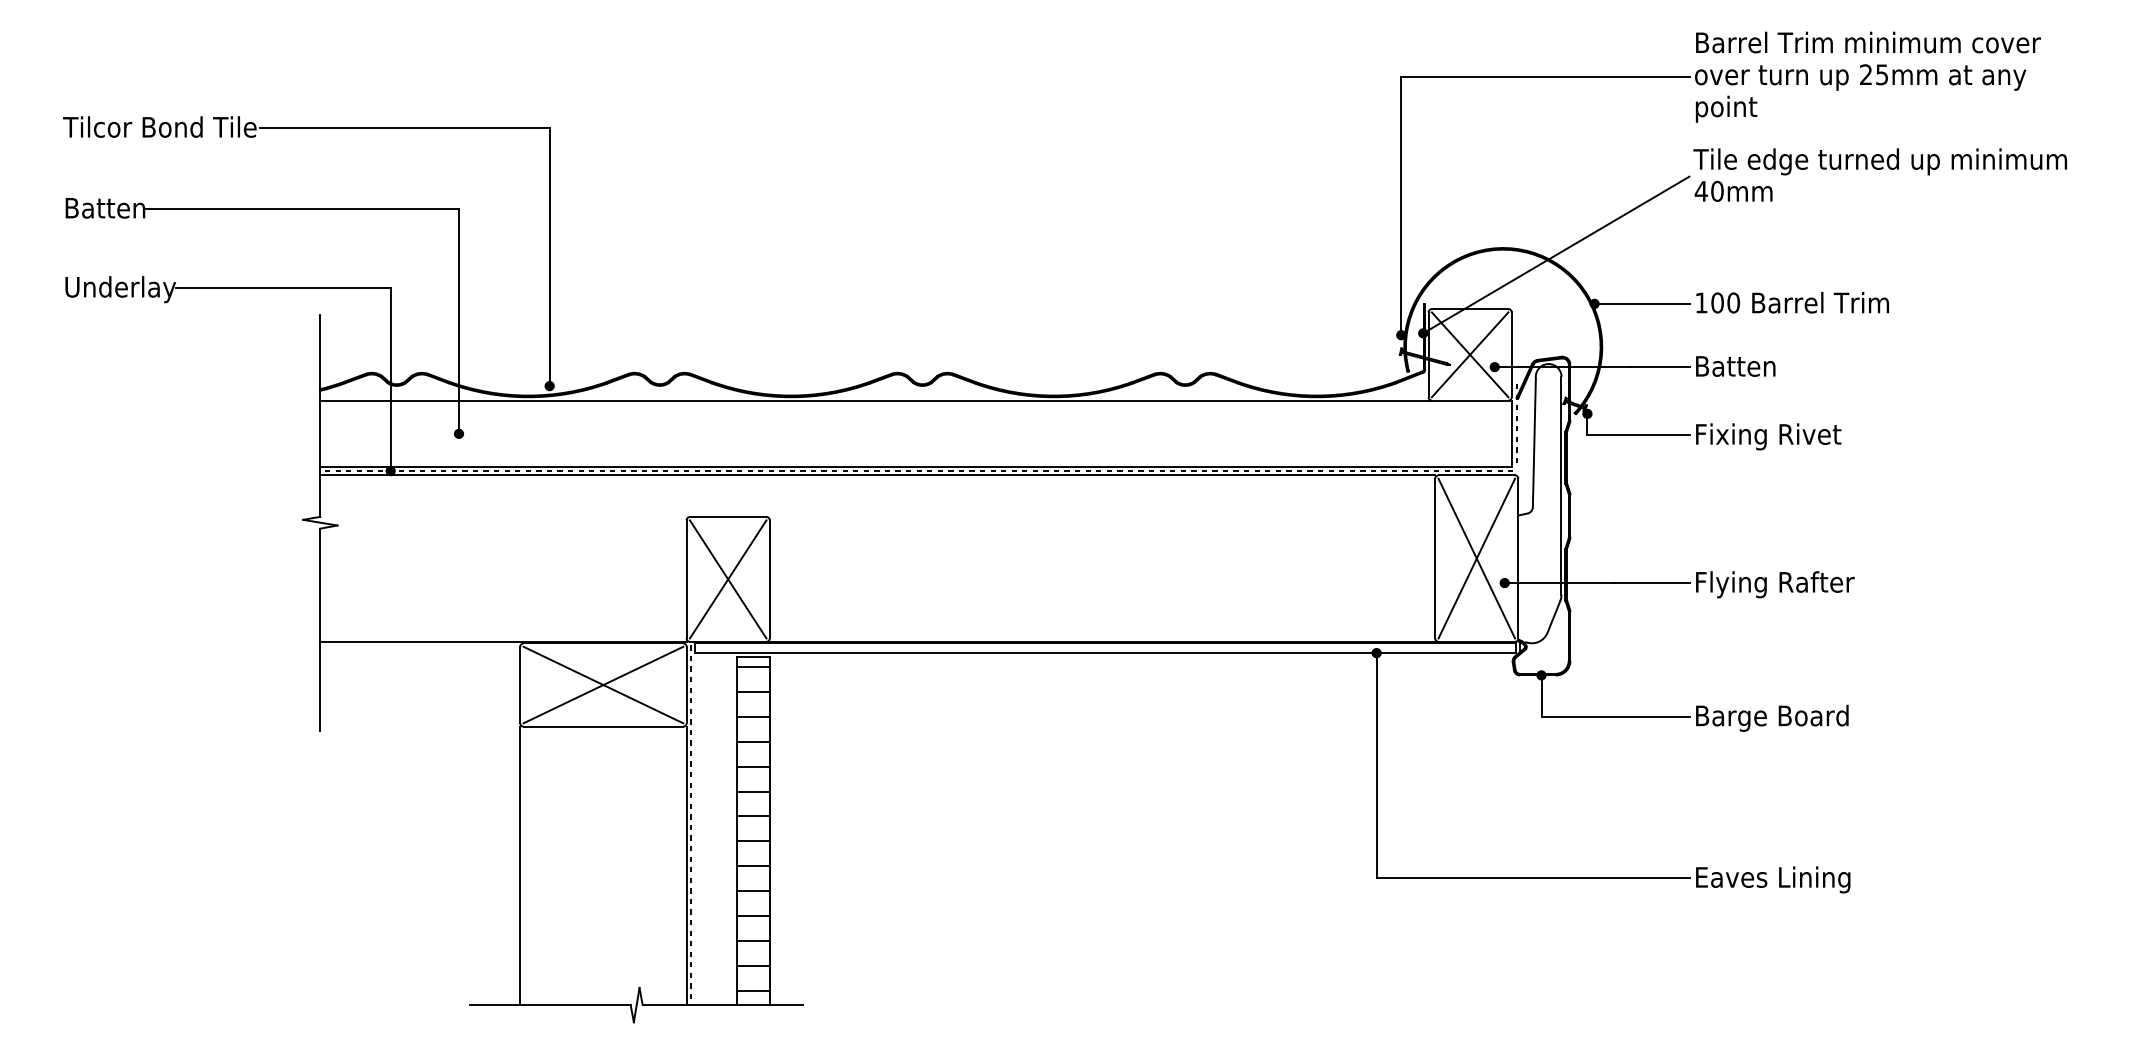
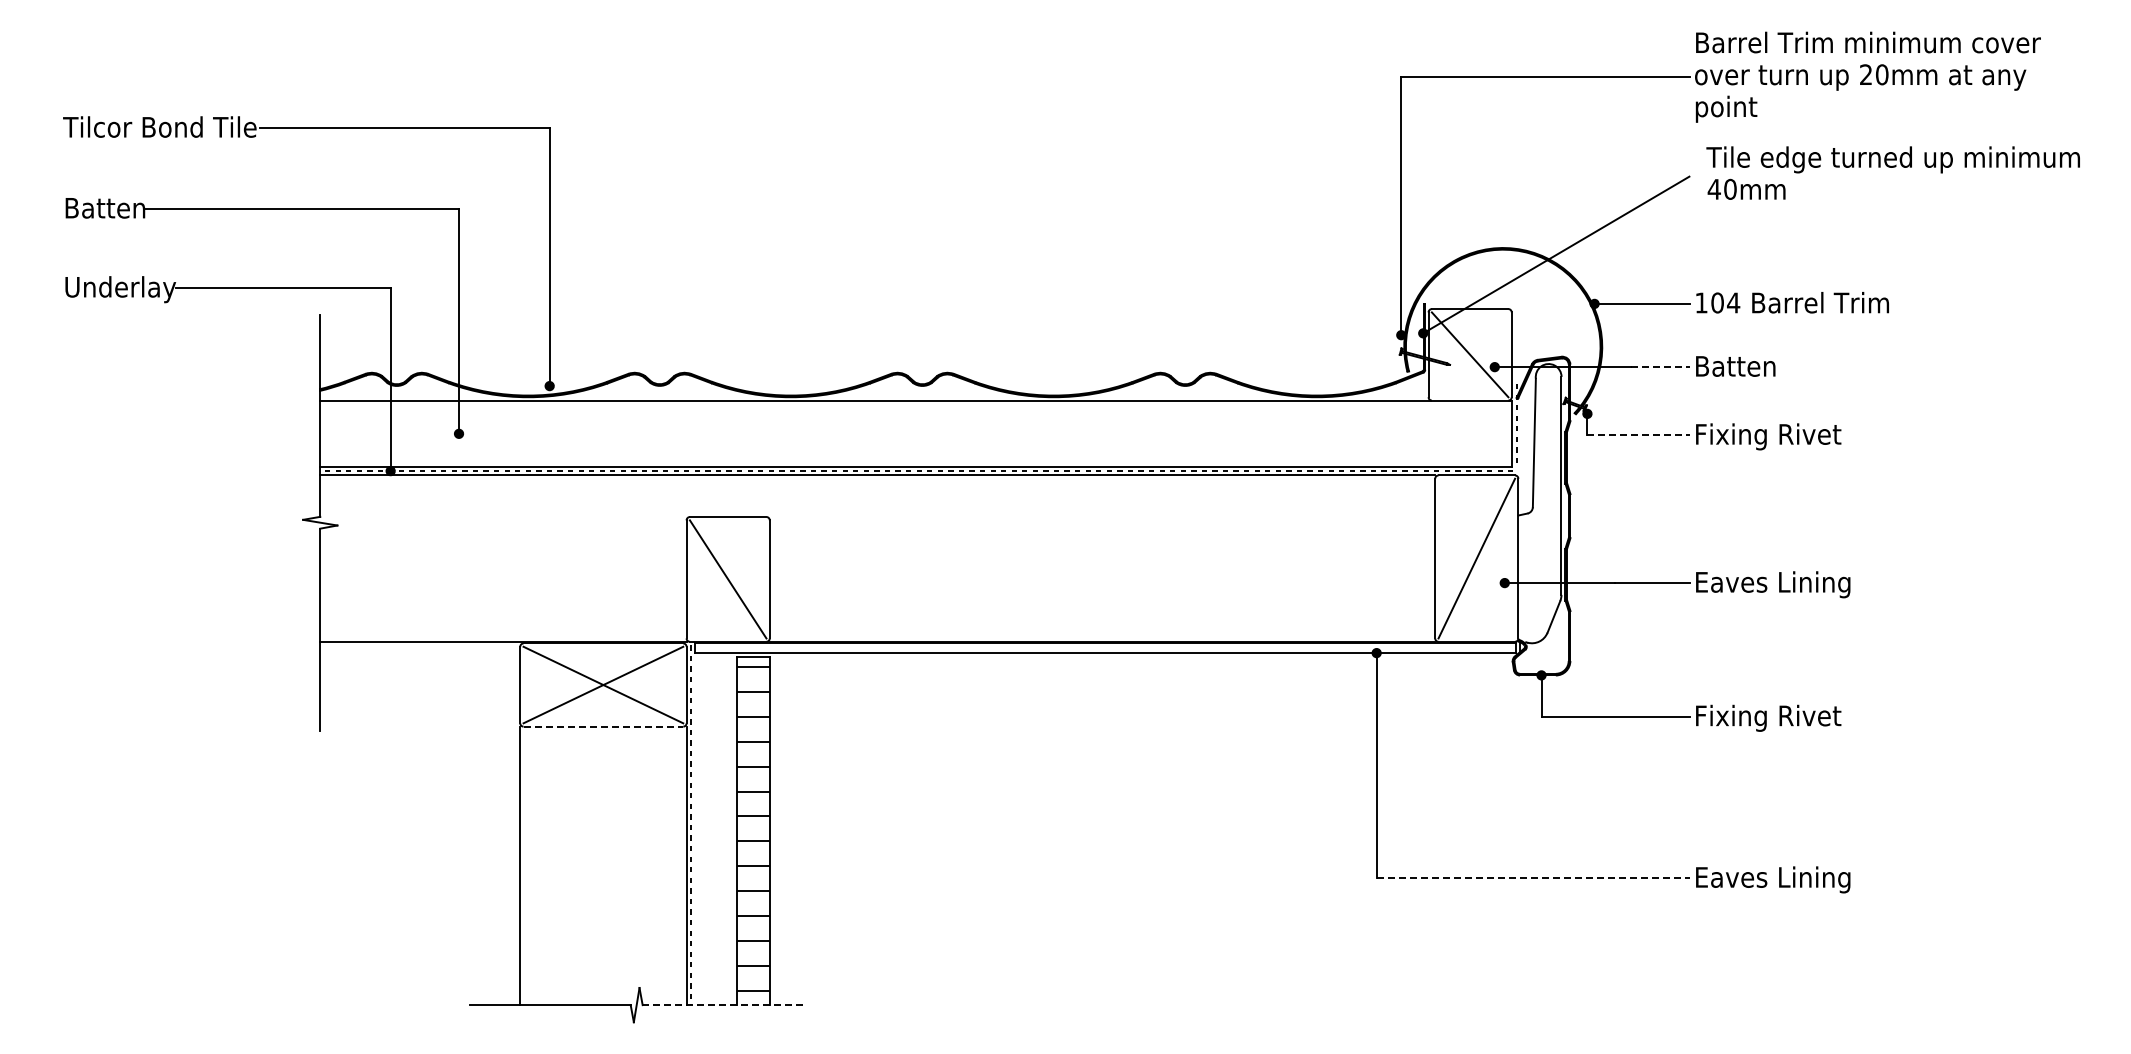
text at (1882, 74): 25mm -> 20mm
text at (1879, 174) position: (1879, 174) -> (1892, 172)
text at (1733, 302): 100 -> 104
line at (1469, 354): present -> none
line at (1660, 367): solid -> dashed
line at (1639, 435): solid -> dashed
line at (1476, 558): present -> none
line at (727, 579): present -> none
text at (1776, 584): Flying Rafter -> Eaves Lining
text at (1773, 717): Barge Board -> Fixing Rivet
line at (603, 726): solid -> dashed
line at (1533, 878): solid -> dashed
line at (722, 1005): solid -> dashed
